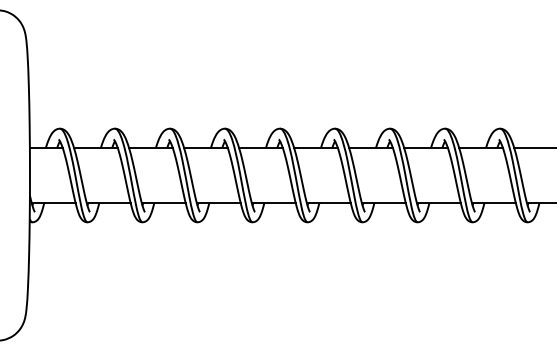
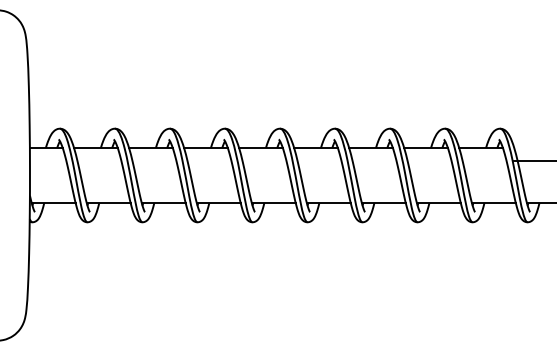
line at (533, 147) position: (533, 147) -> (533, 160)
